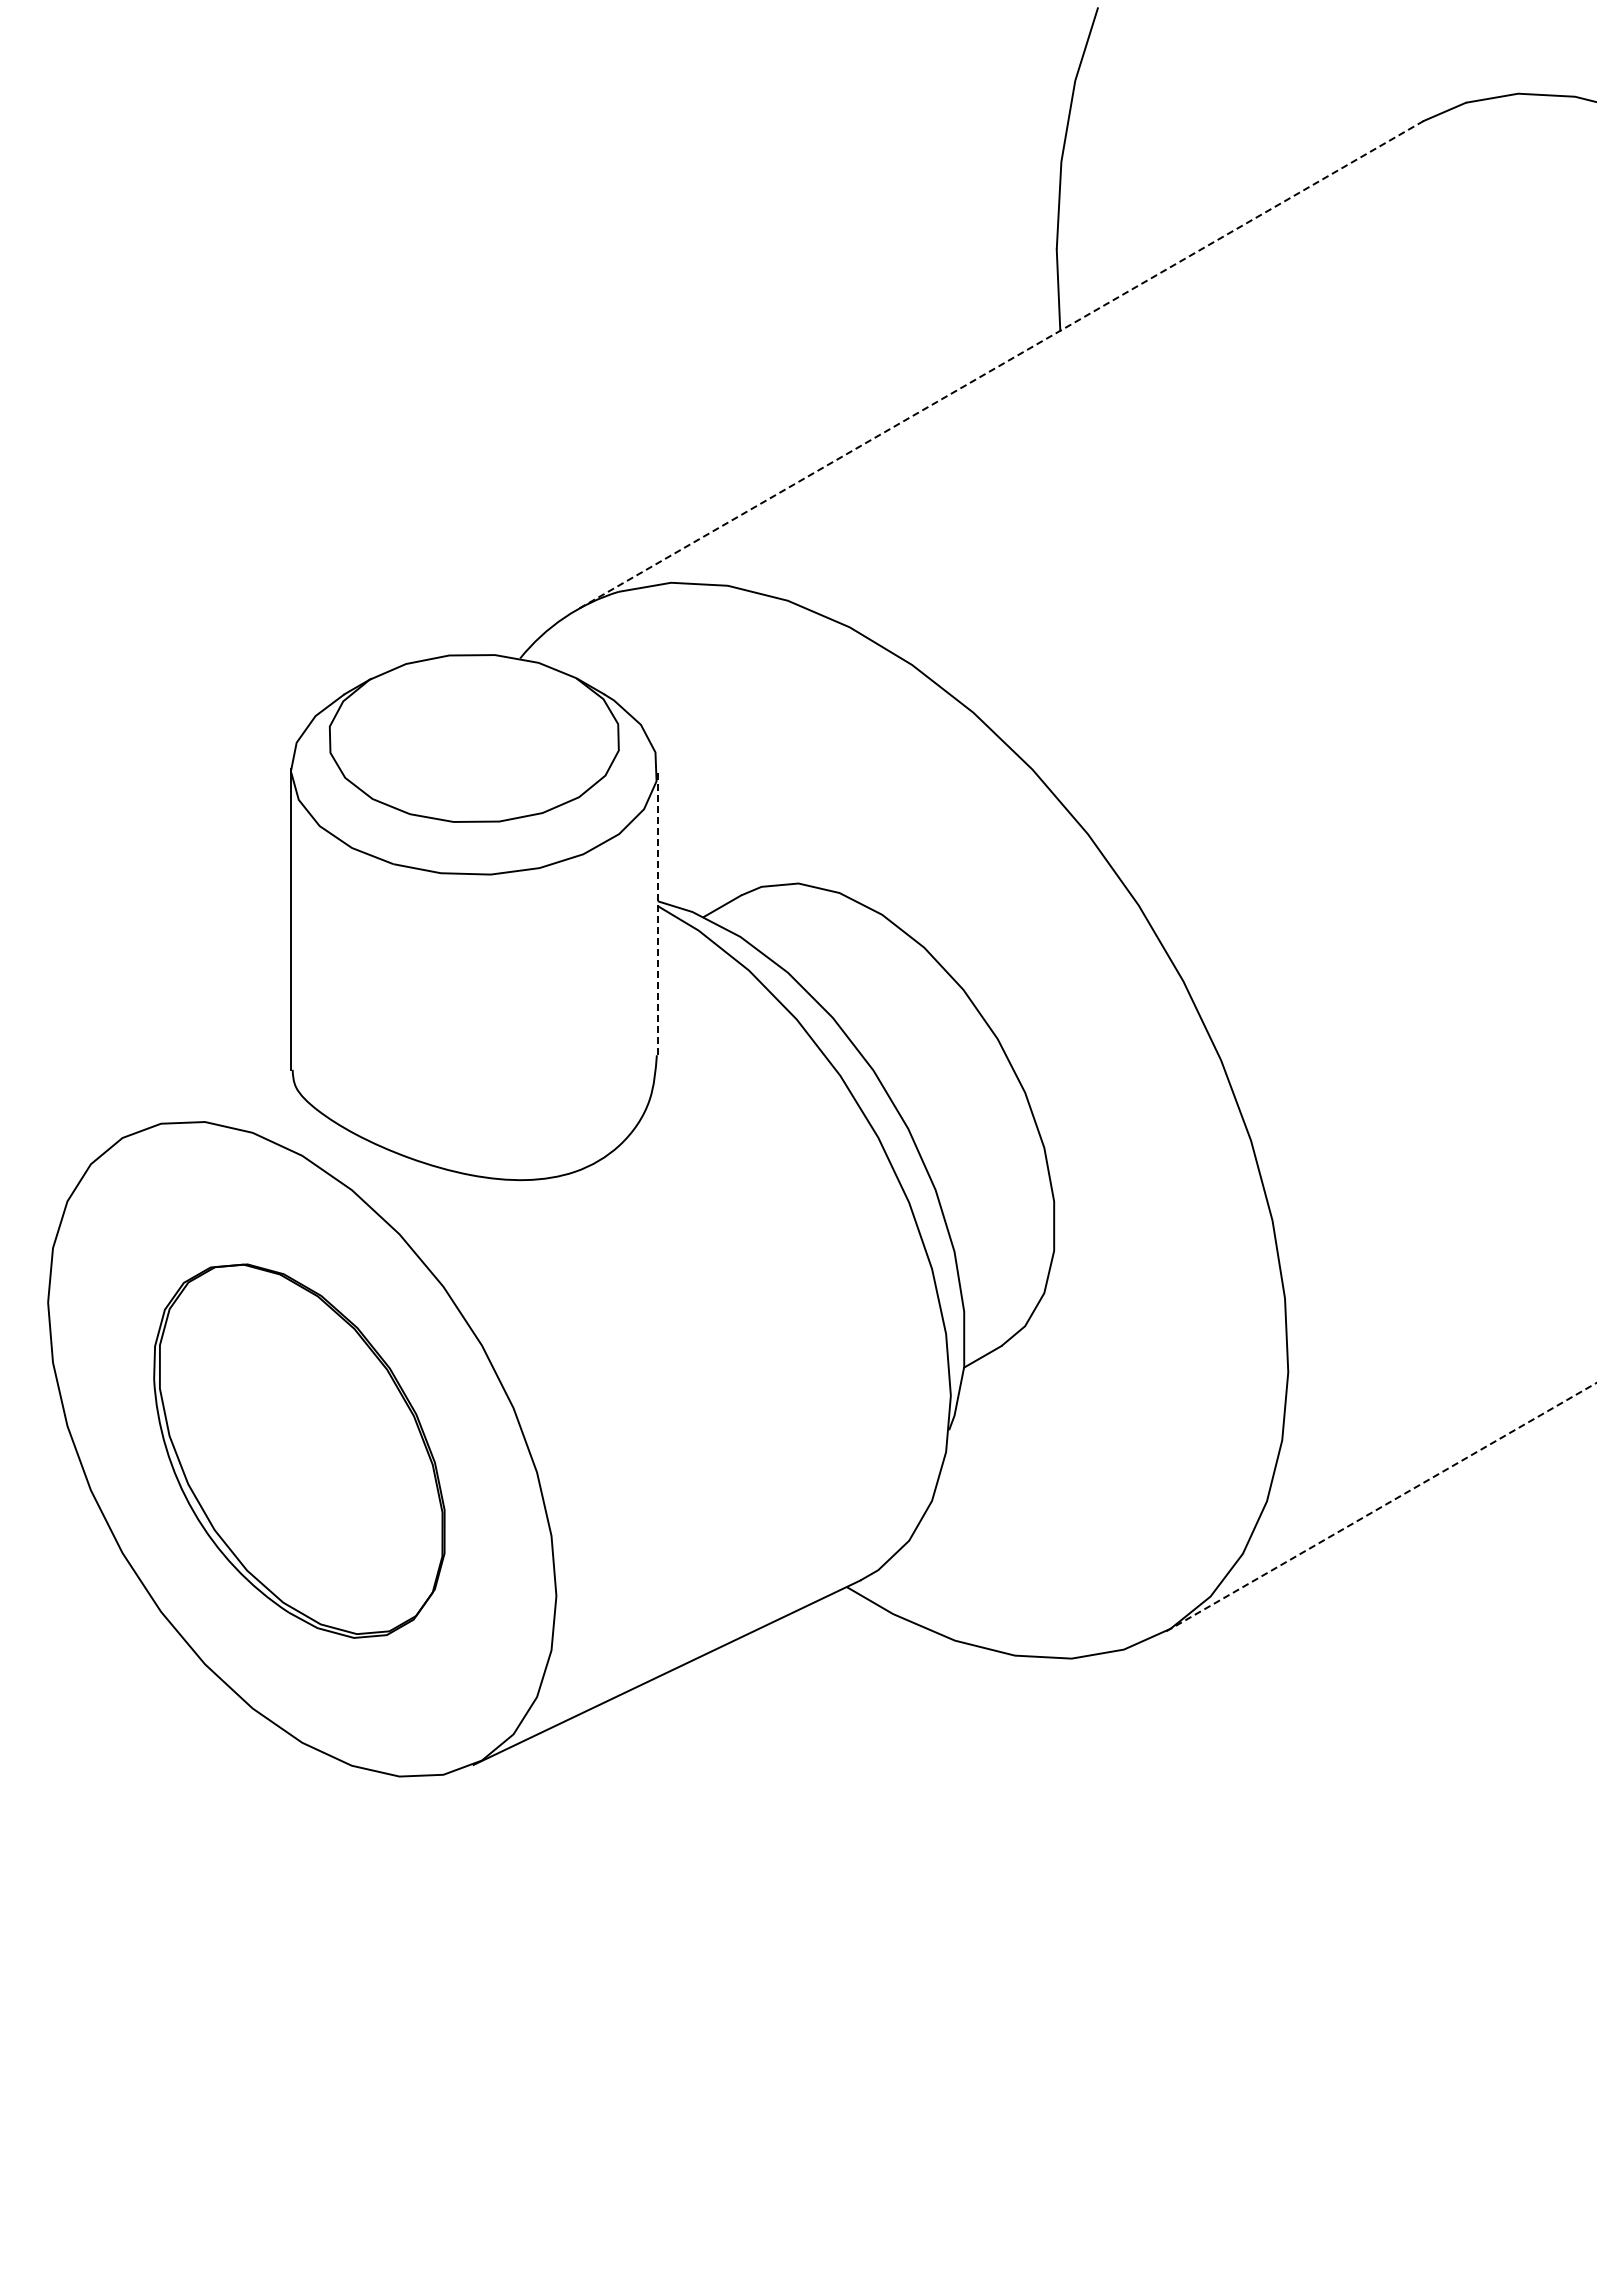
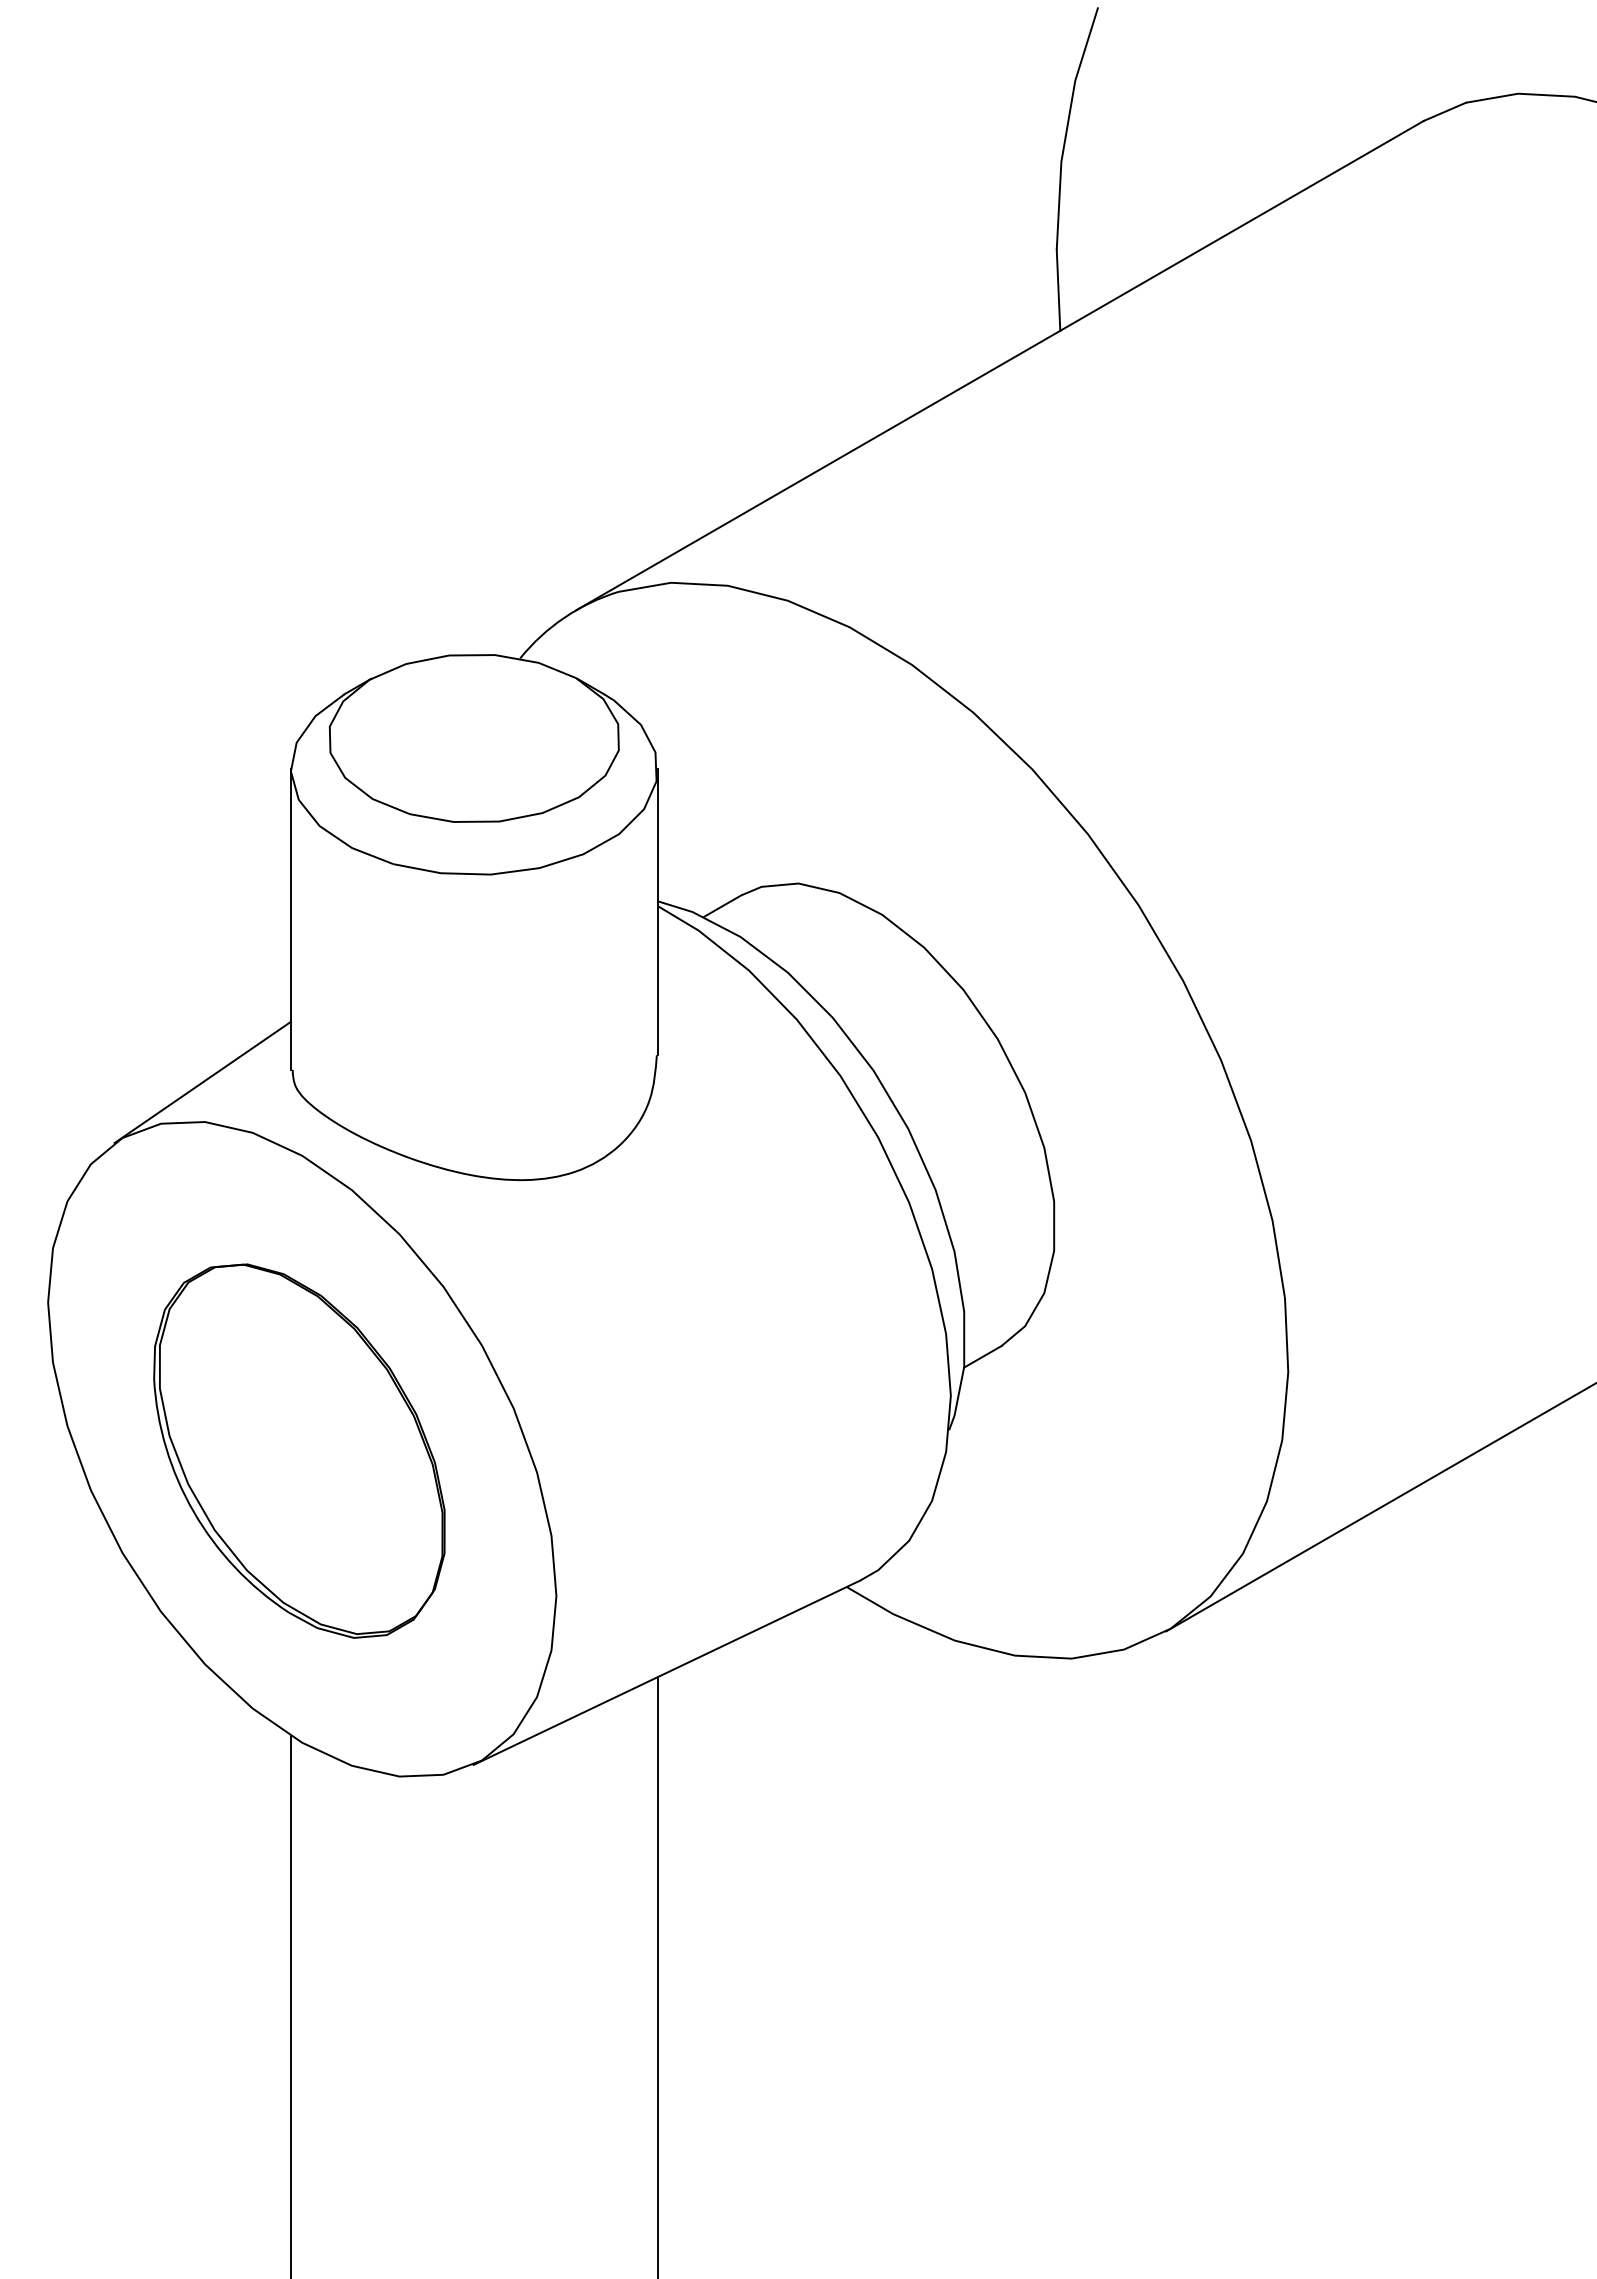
line at (999, 365): dashed -> solid
line at (657, 911): dashed -> solid
line at (202, 1082): none -> present
line at (1381, 1506): dashed -> solid
line at (657, 1976): none -> present
line at (290, 2005): none -> present
